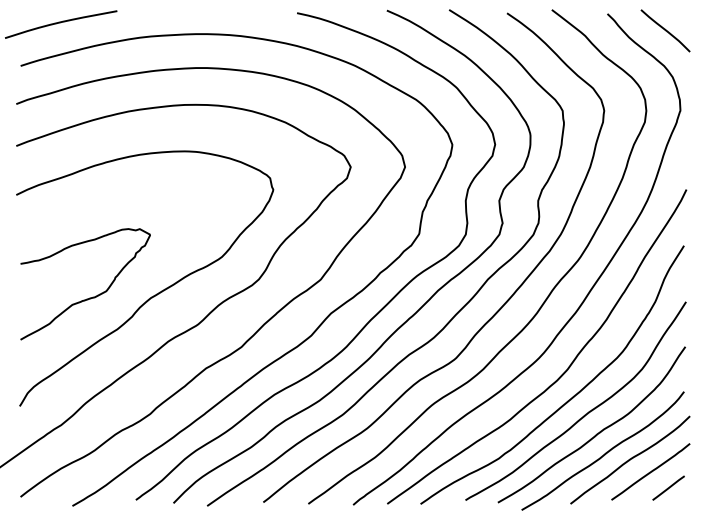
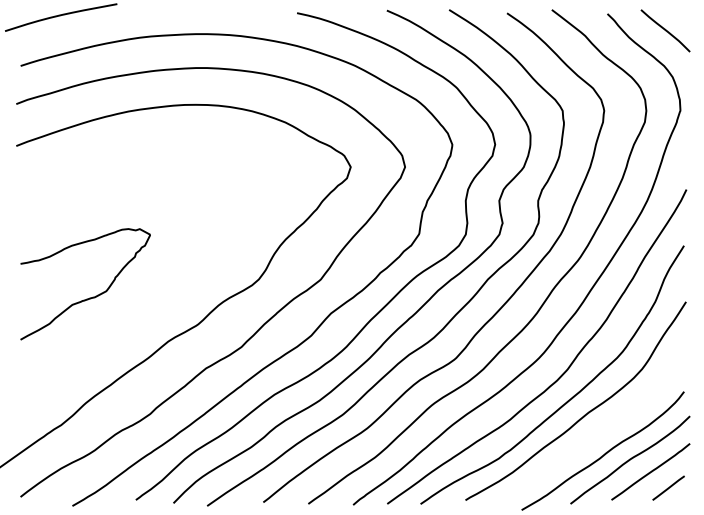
curve at (60, 23) position: (60, 23) -> (60, 16)
curve at (156, 293): present -> none
curve at (596, 433): present -> none
